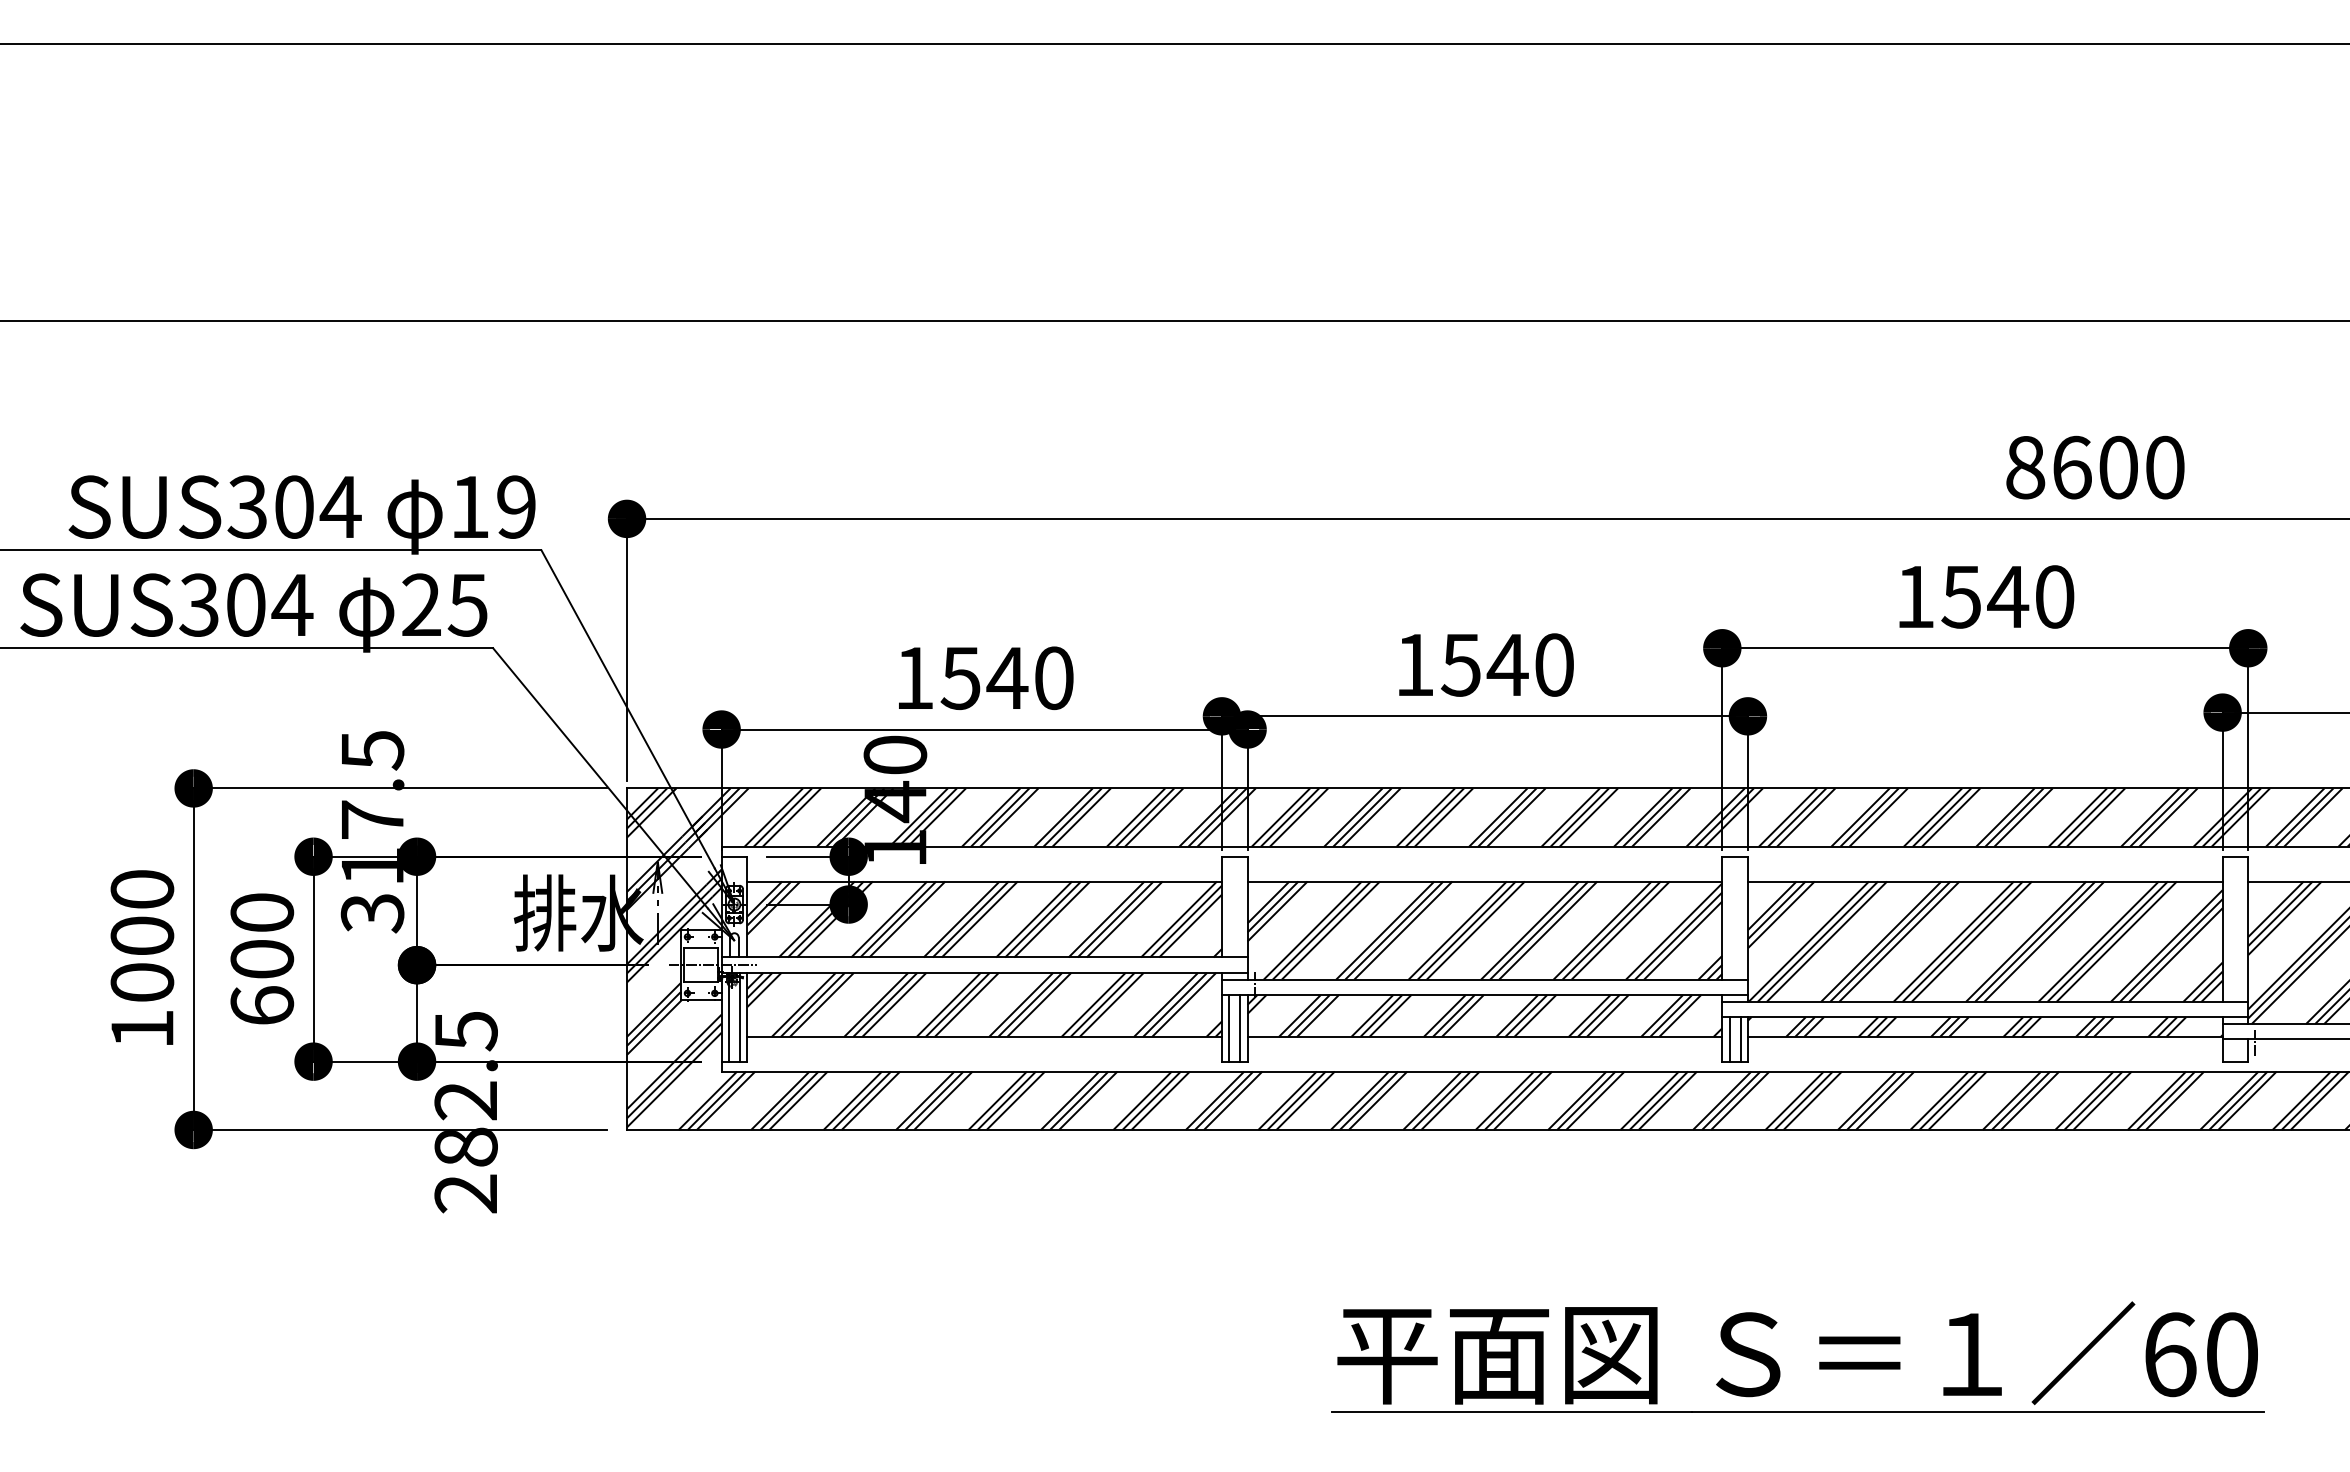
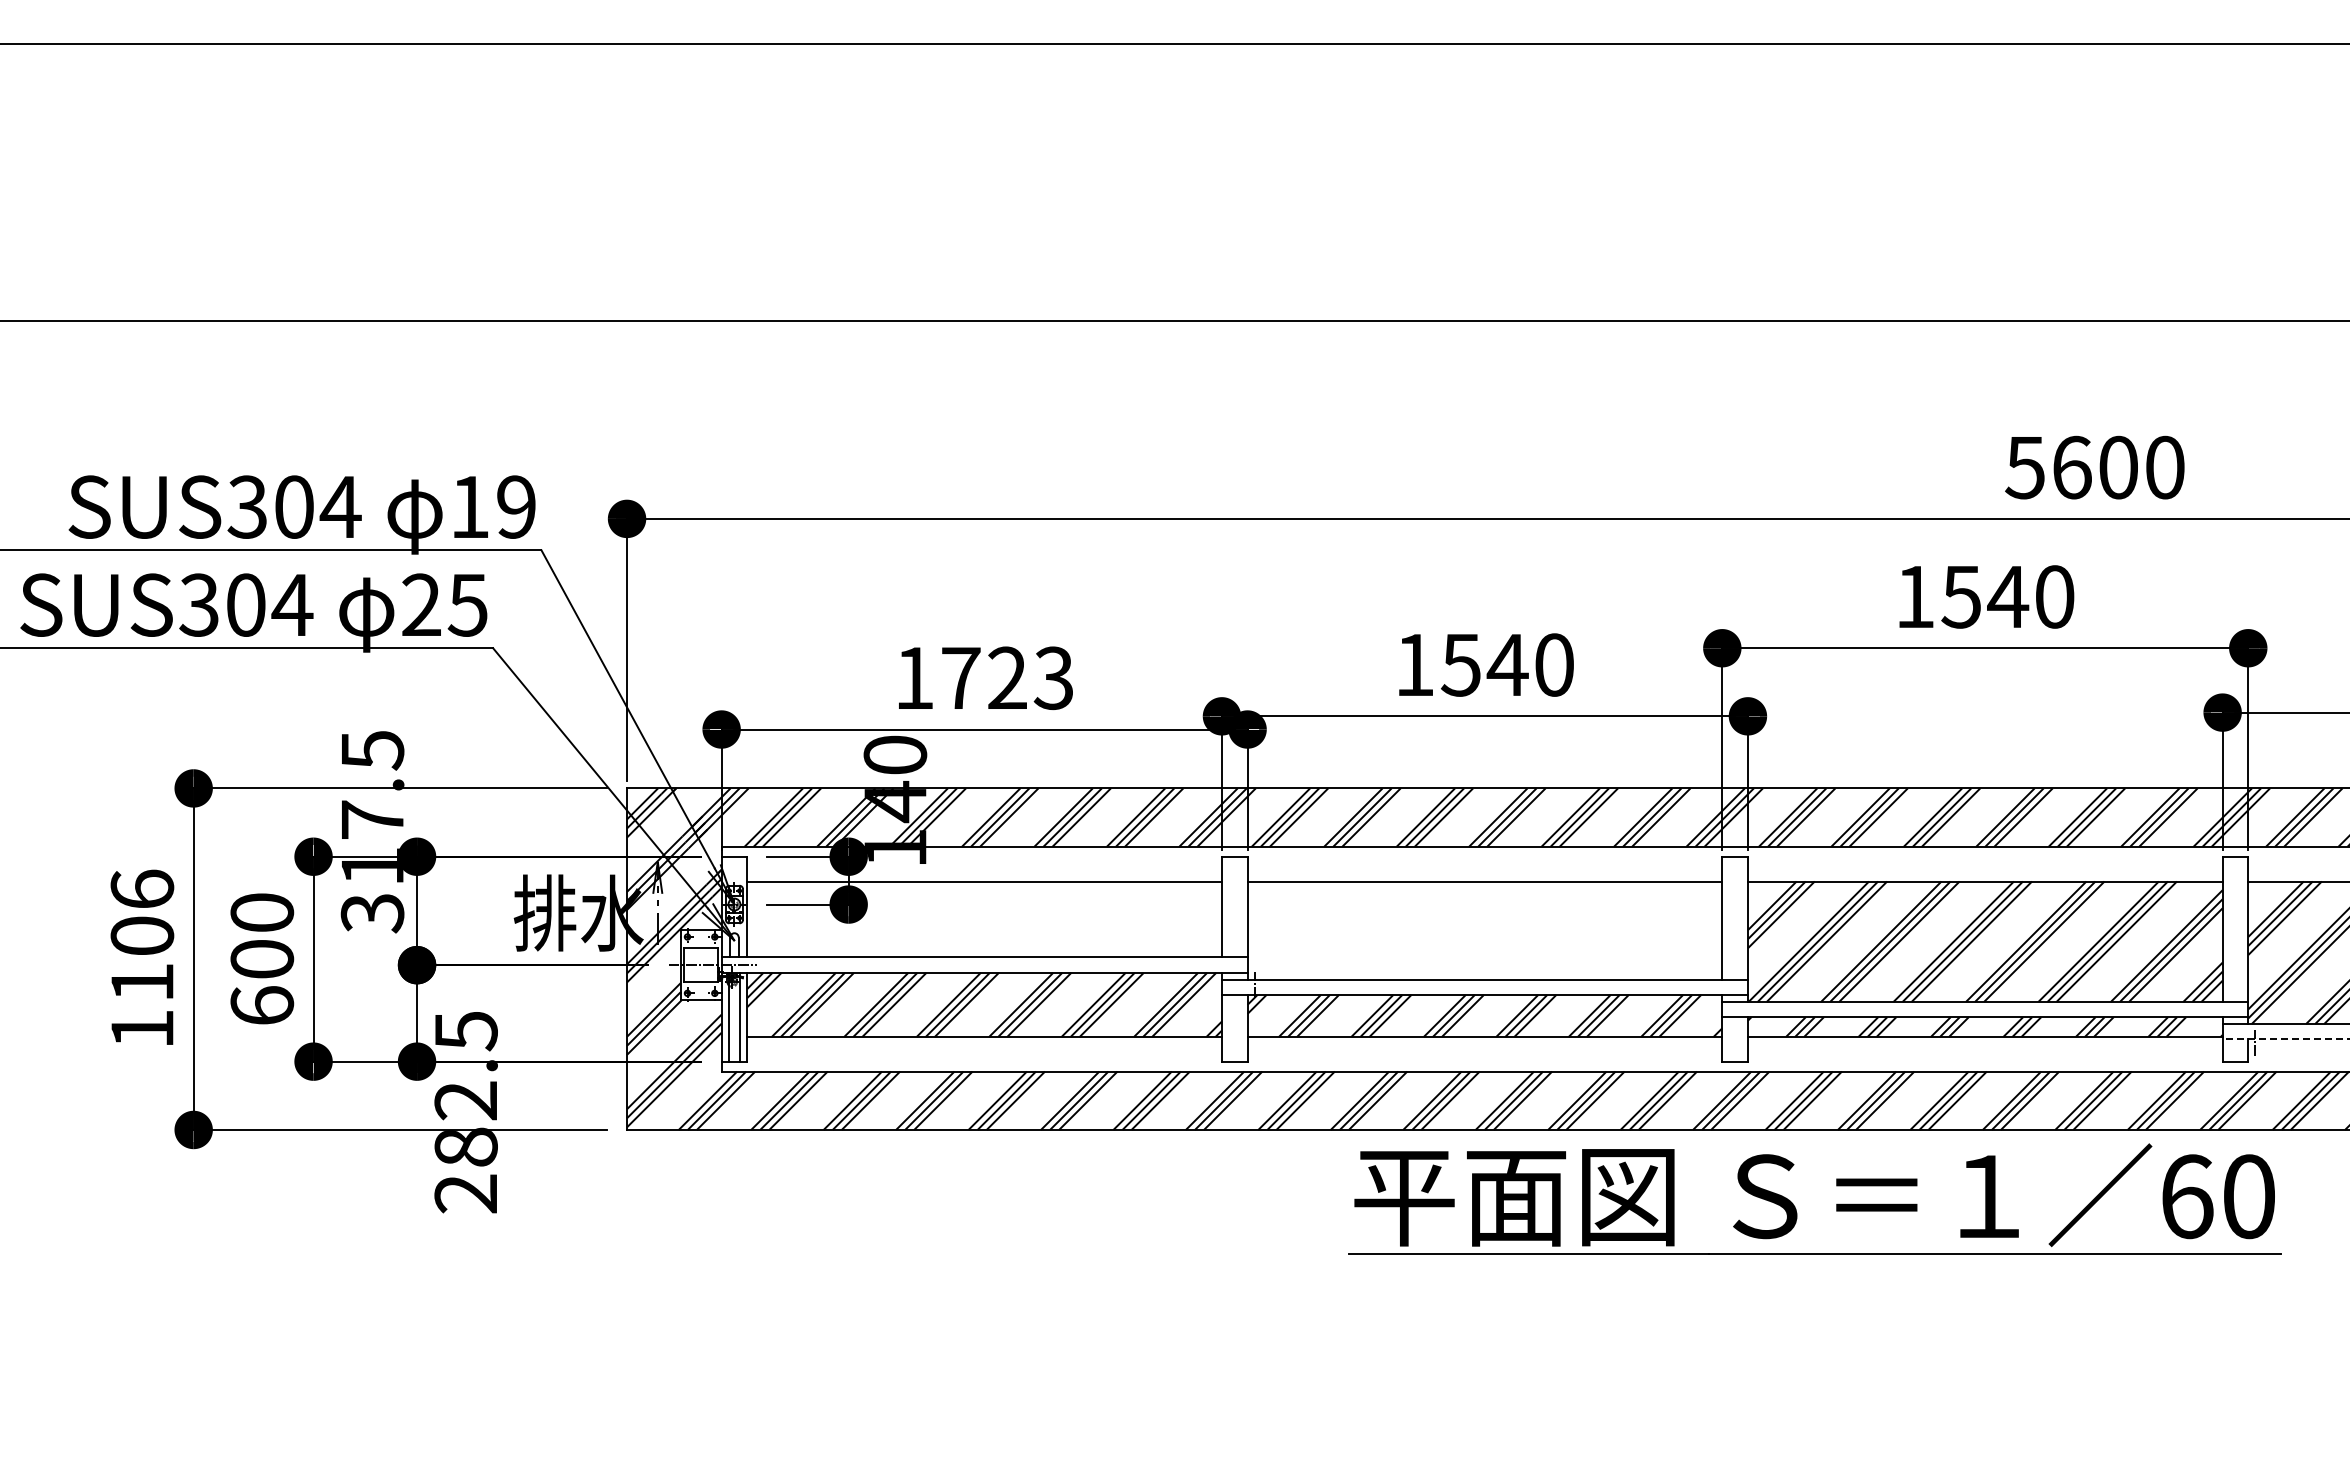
text at (2025, 467): 8600 -> 5600
text at (1006, 678): 1540 -> 1723
hatch at (984, 919): present -> none
hatch at (1484, 930): present -> none
text at (142, 935): 1000 -> 1106
line at (1229, 1028): present -> none
line at (1240, 1028): present -> none
line at (1729, 1039): present -> none
line at (1740, 1039): present -> none
line at (2285, 1039): solid -> dashed
part at (1778, 1364) position: (1778, 1364) -> (1795, 1206)
